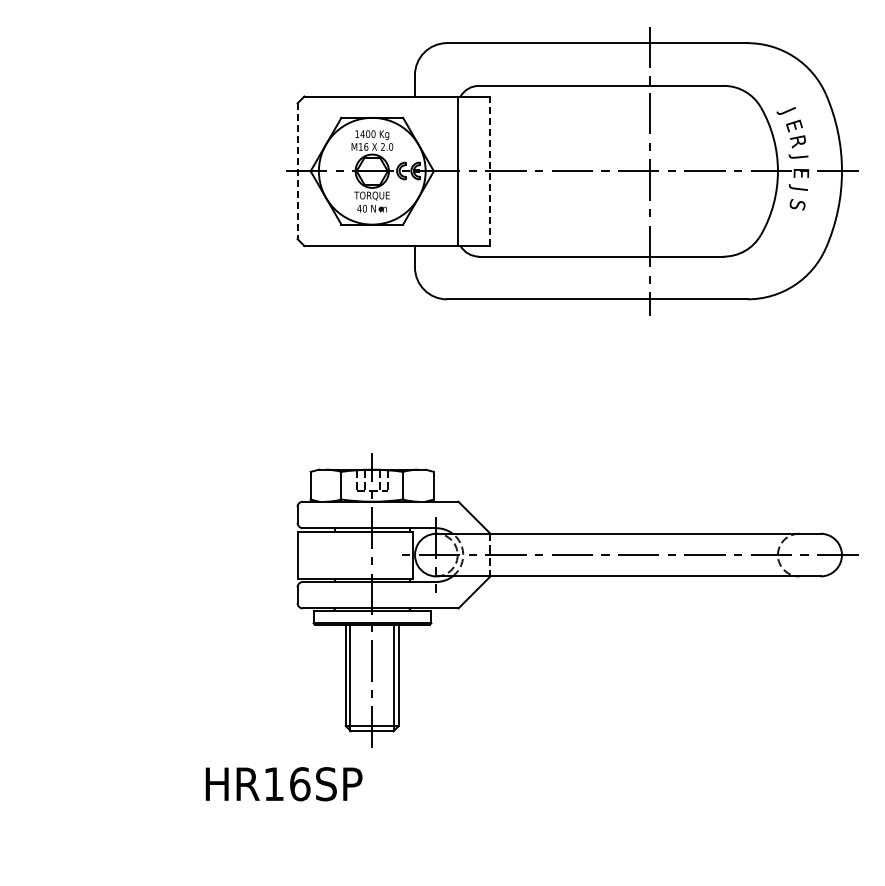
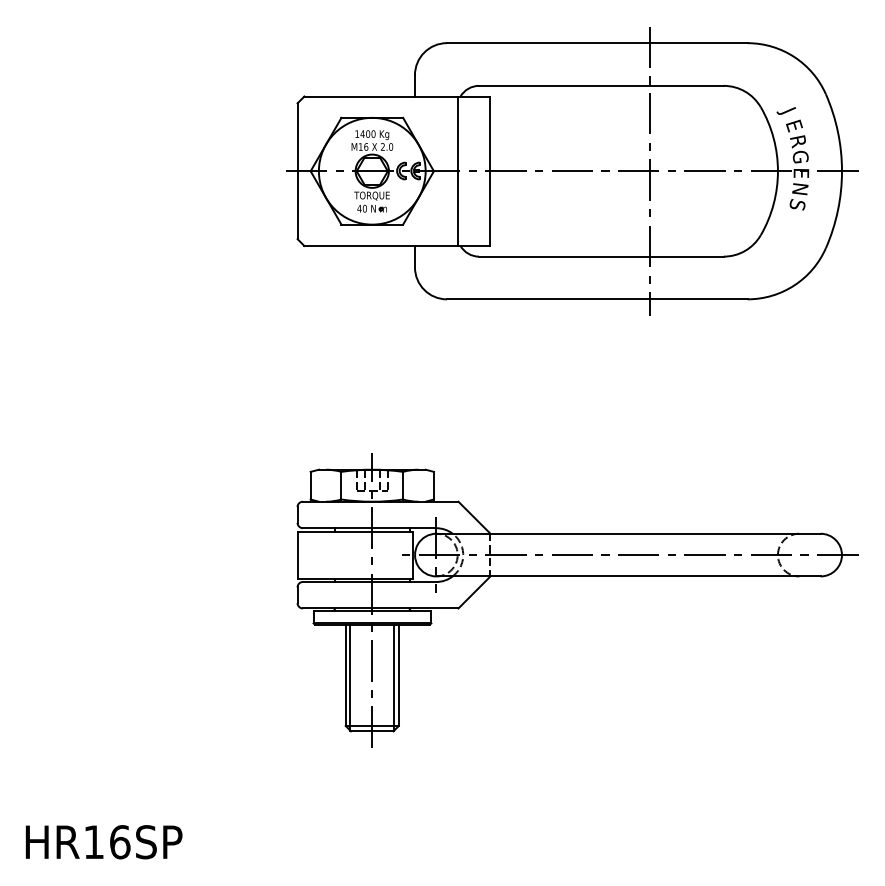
text at (798, 156): J -> G
line at (297, 171): dashed -> solid
line at (489, 171): dashed -> solid
text at (798, 189): J -> N
text at (283, 784) position: (283, 784) -> (103, 842)
